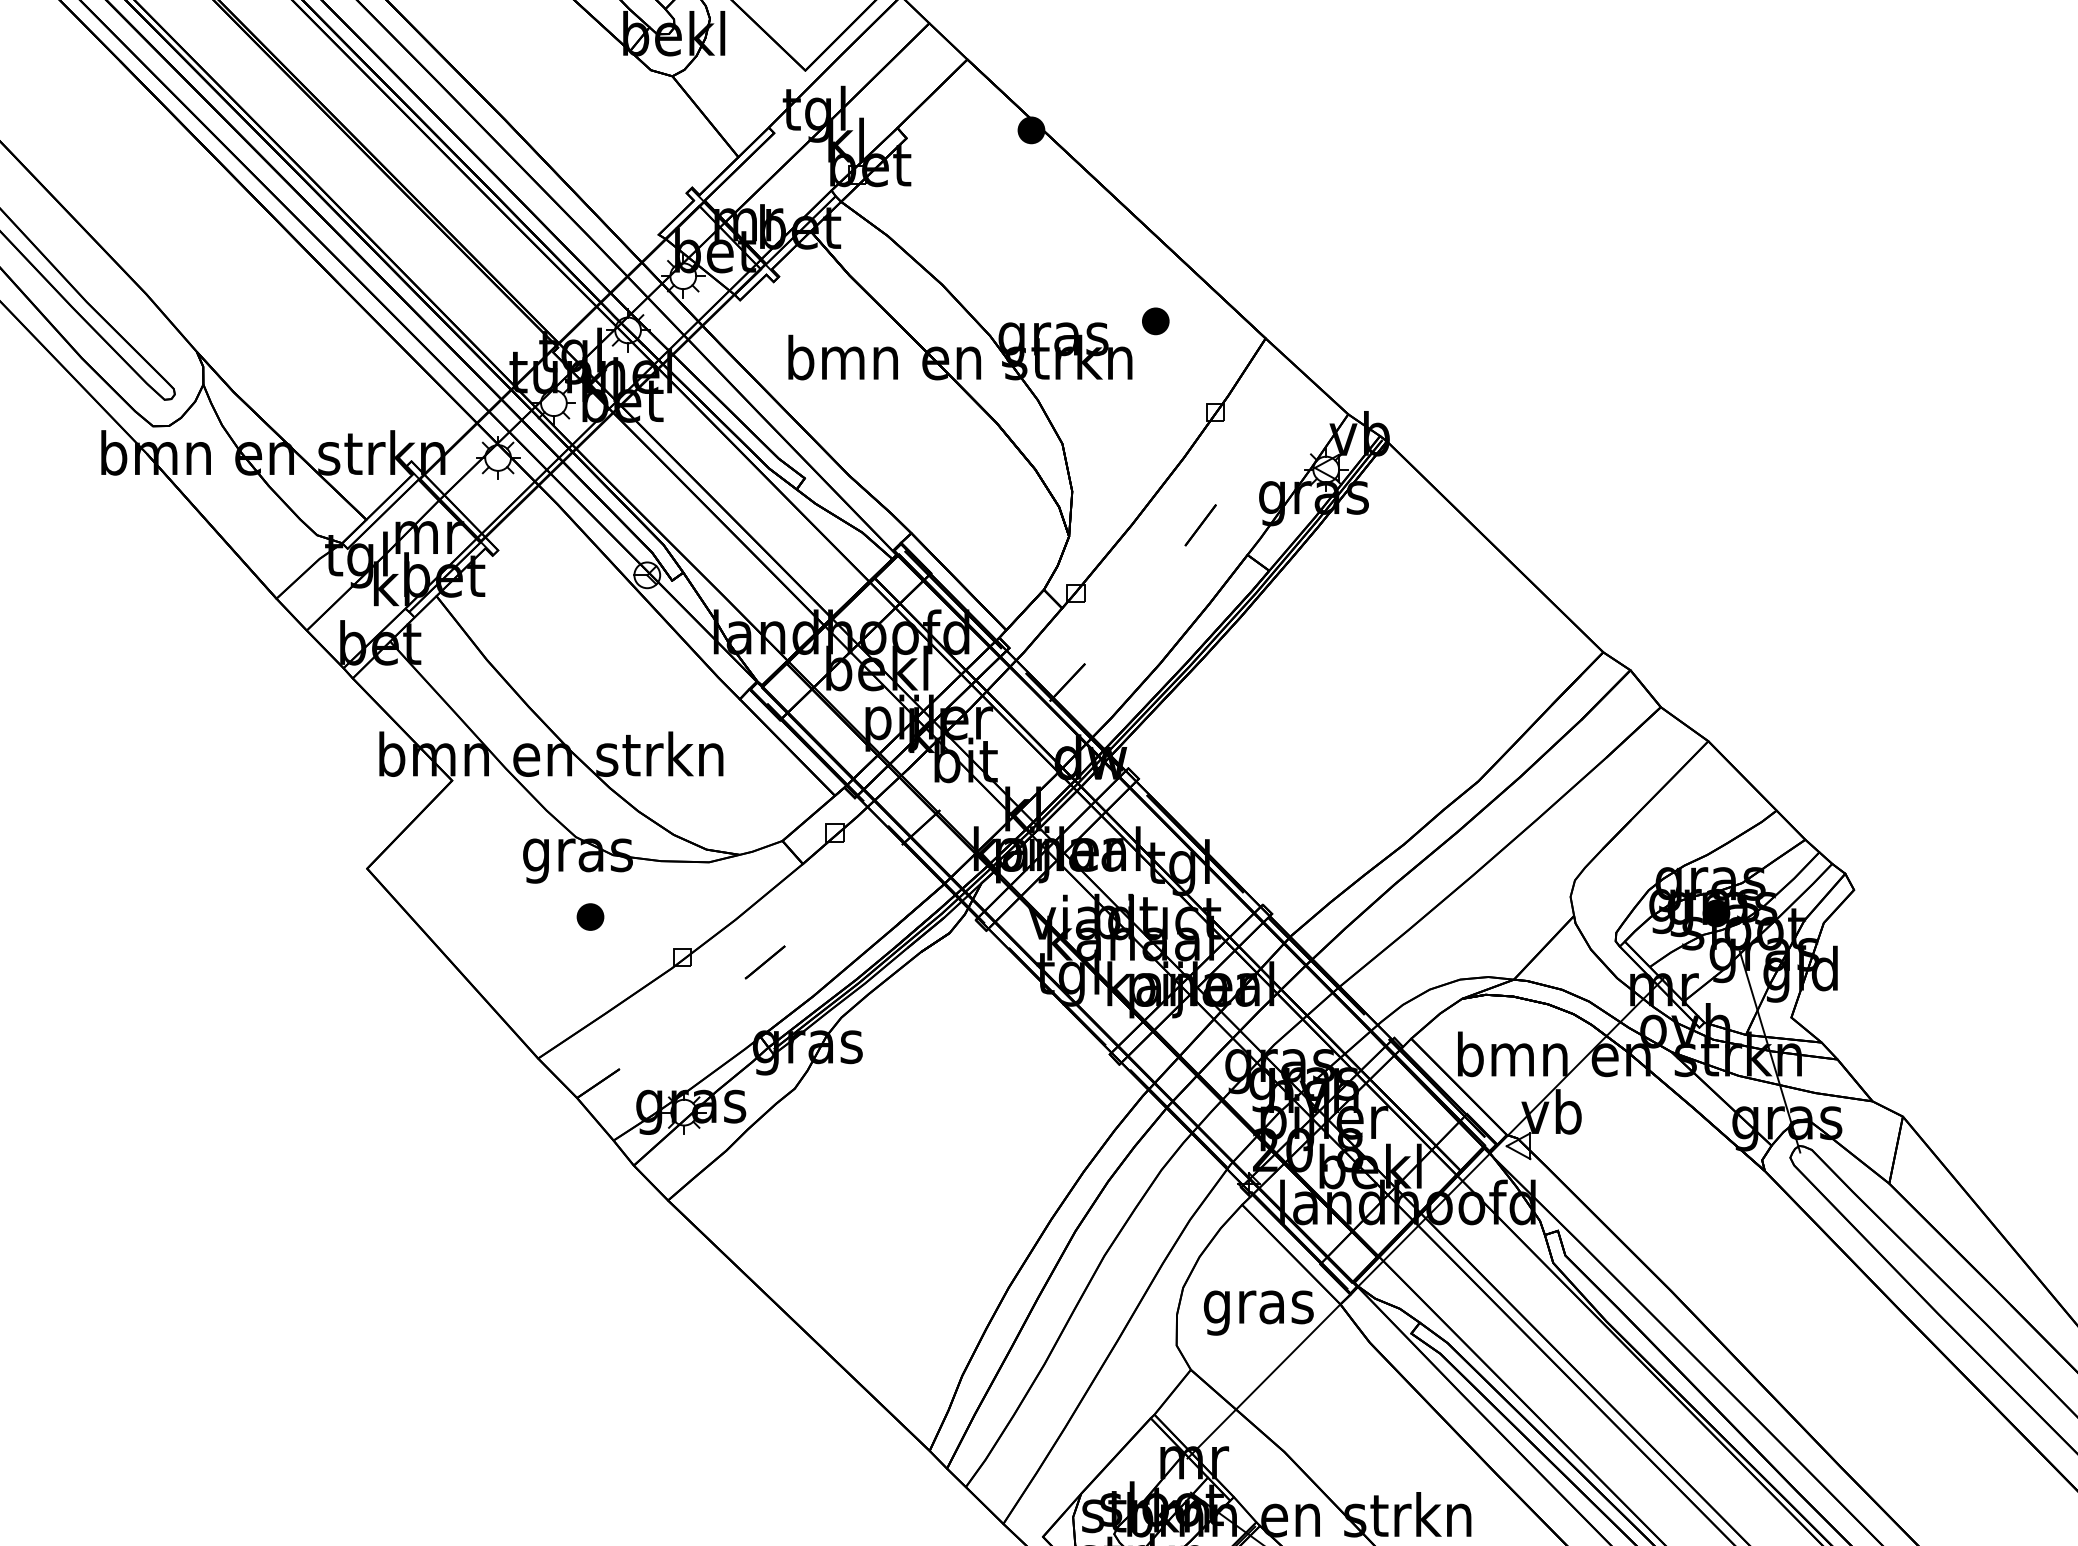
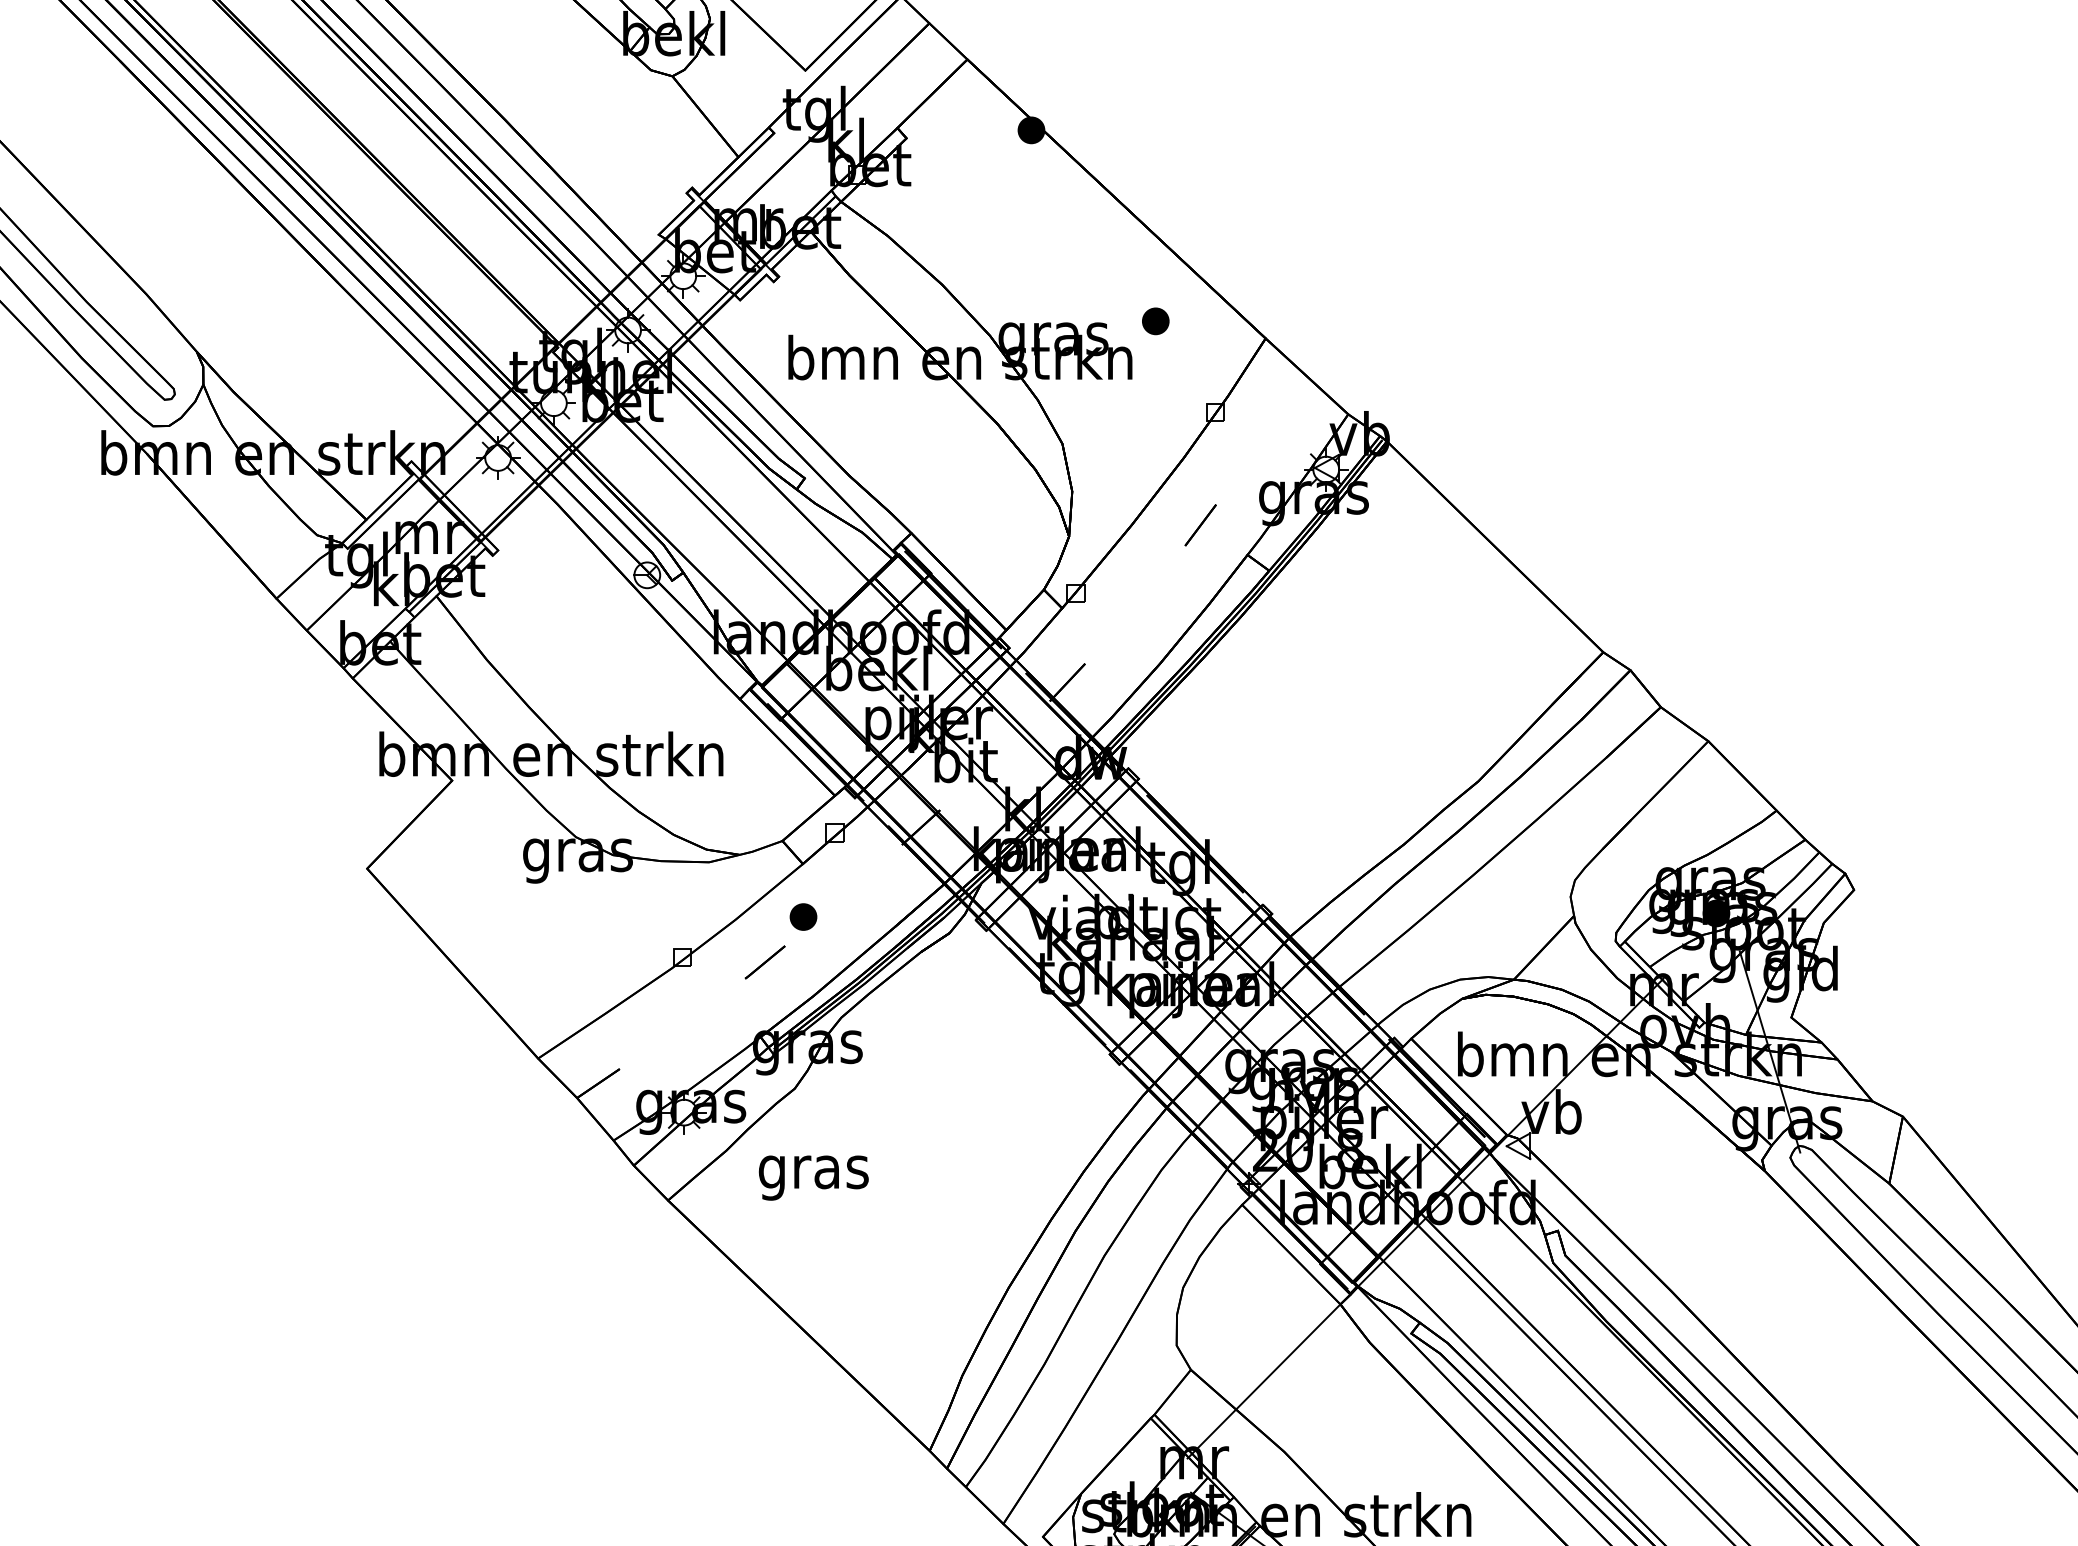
part at (590, 916) position: (590, 916) -> (803, 916)
text at (1258, 1312) position: (1258, 1312) -> (813, 1177)
